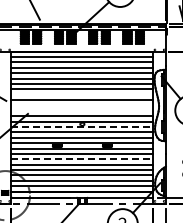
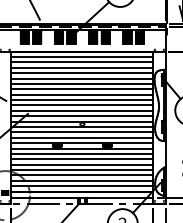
line at (82, 94): none -> present
line at (82, 105): none -> present
line at (82, 110): none -> present
line at (82, 127): dashed -> solid
line at (82, 159): dashed -> solid
